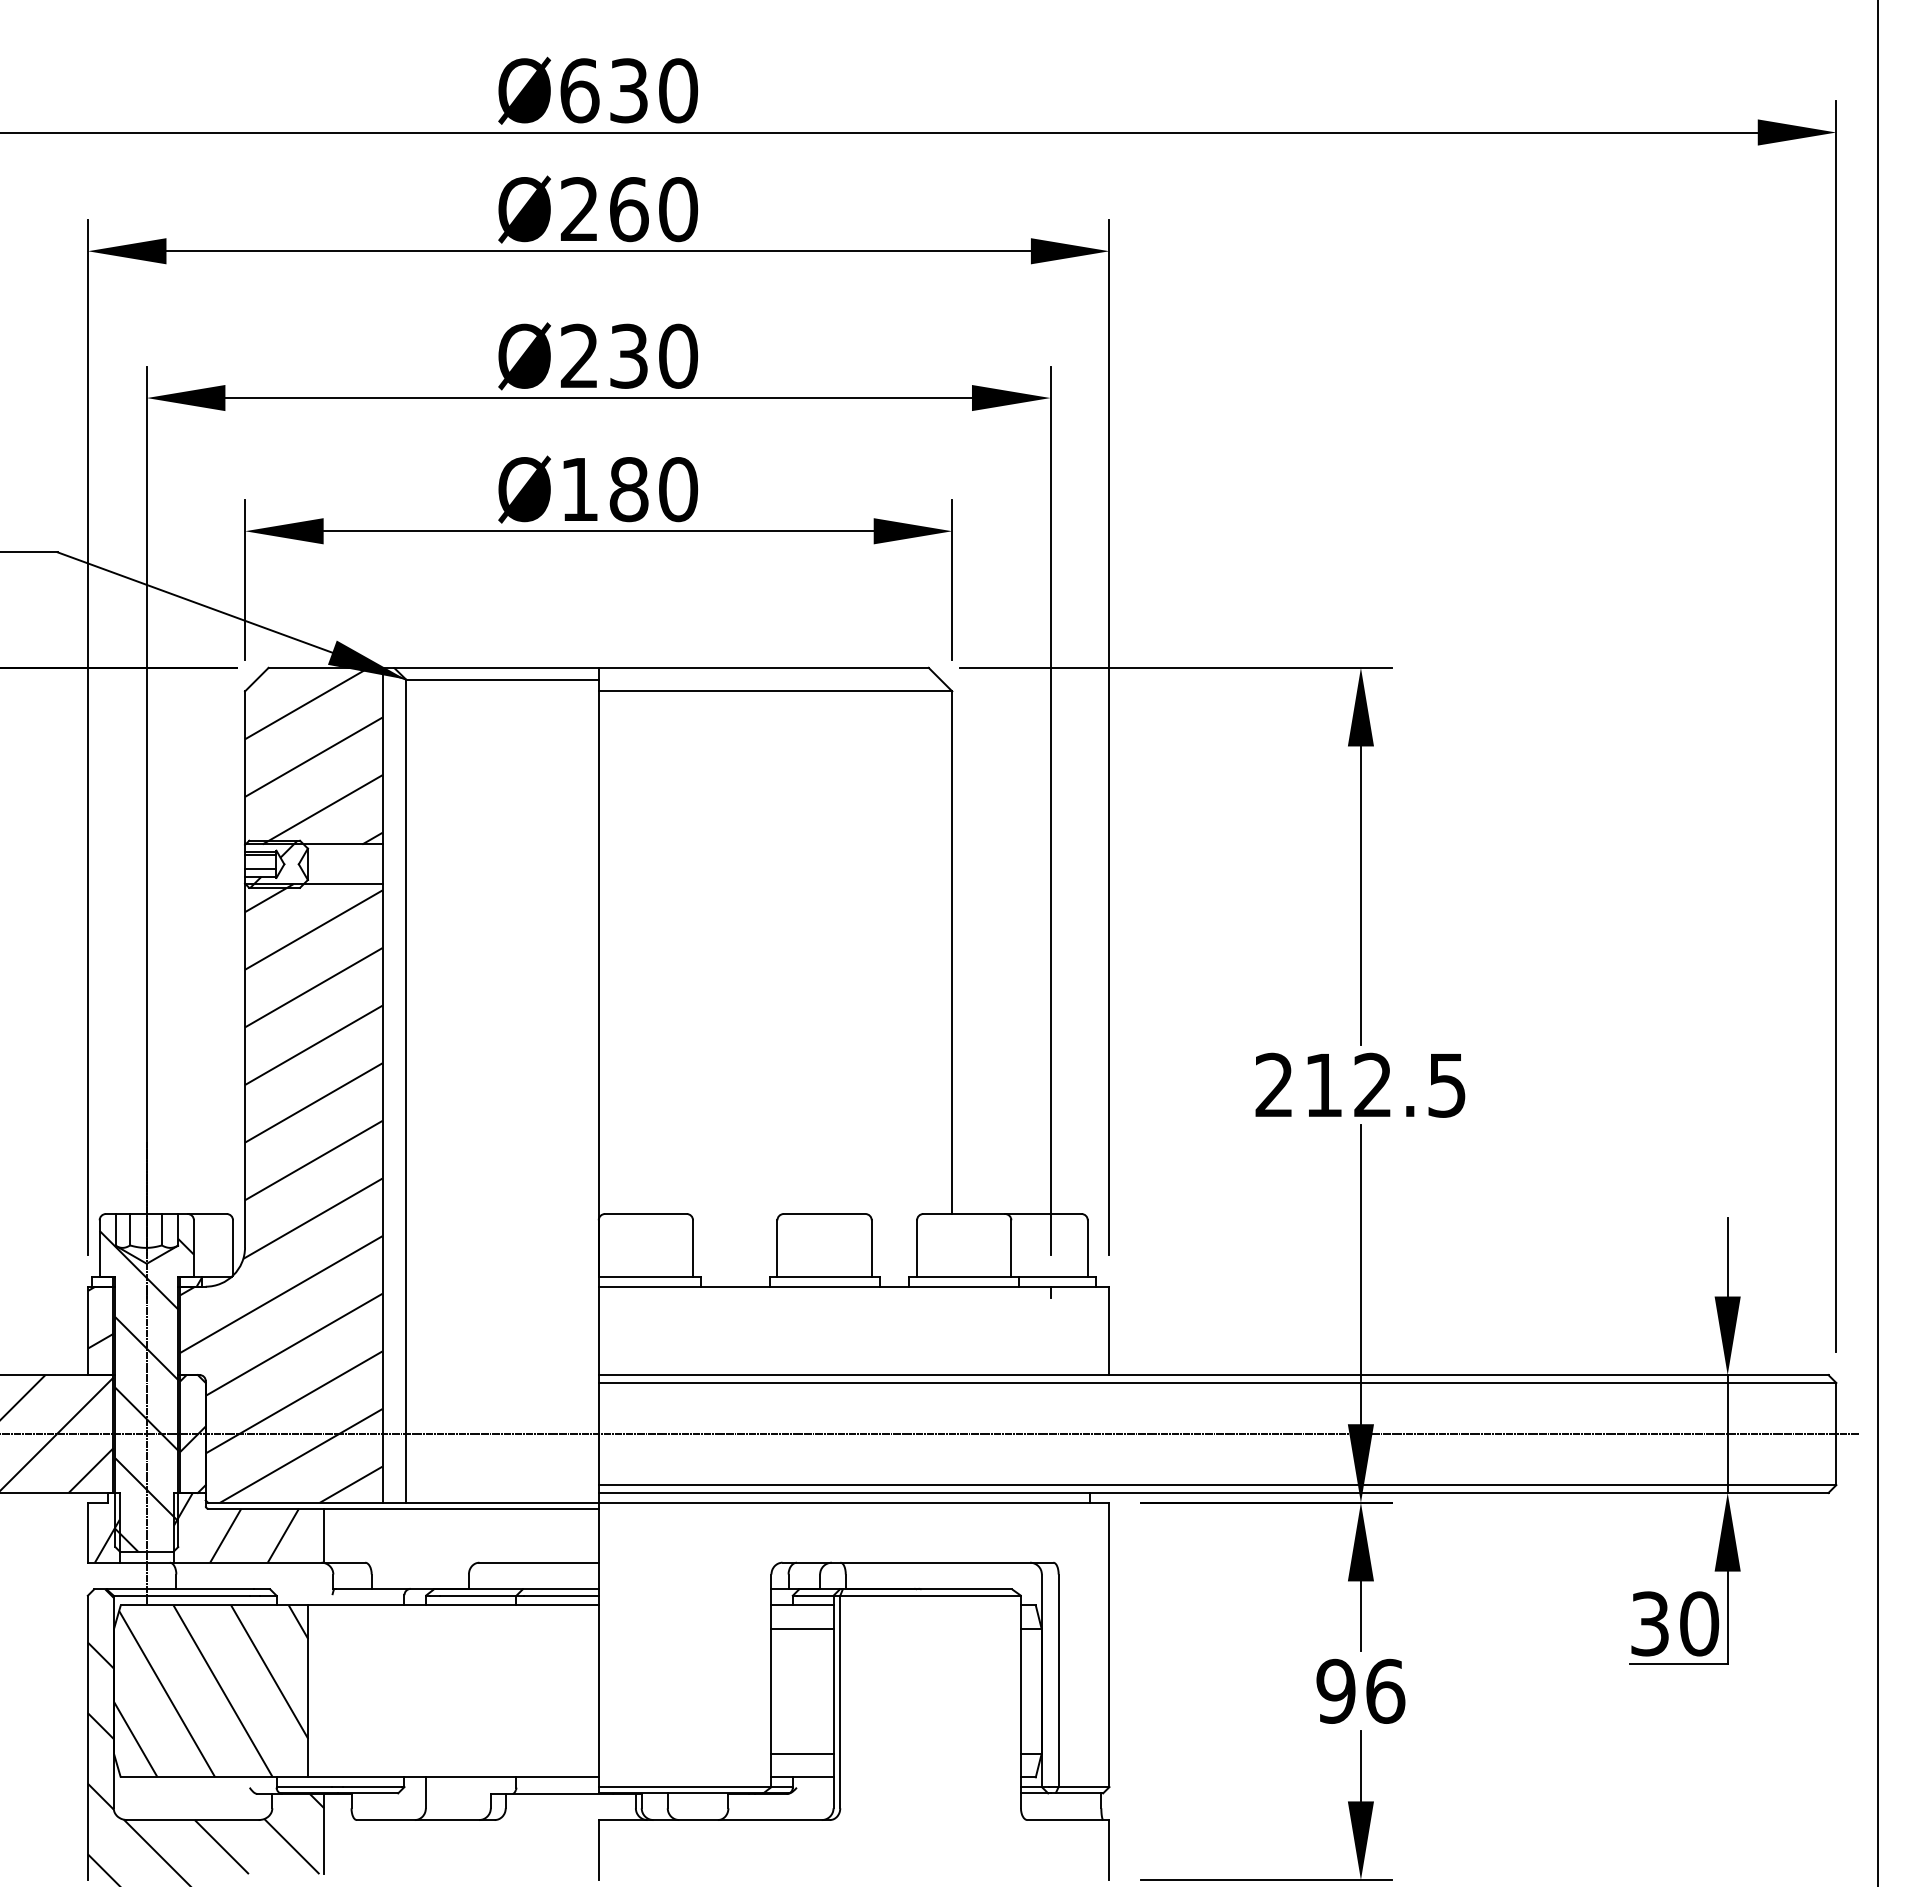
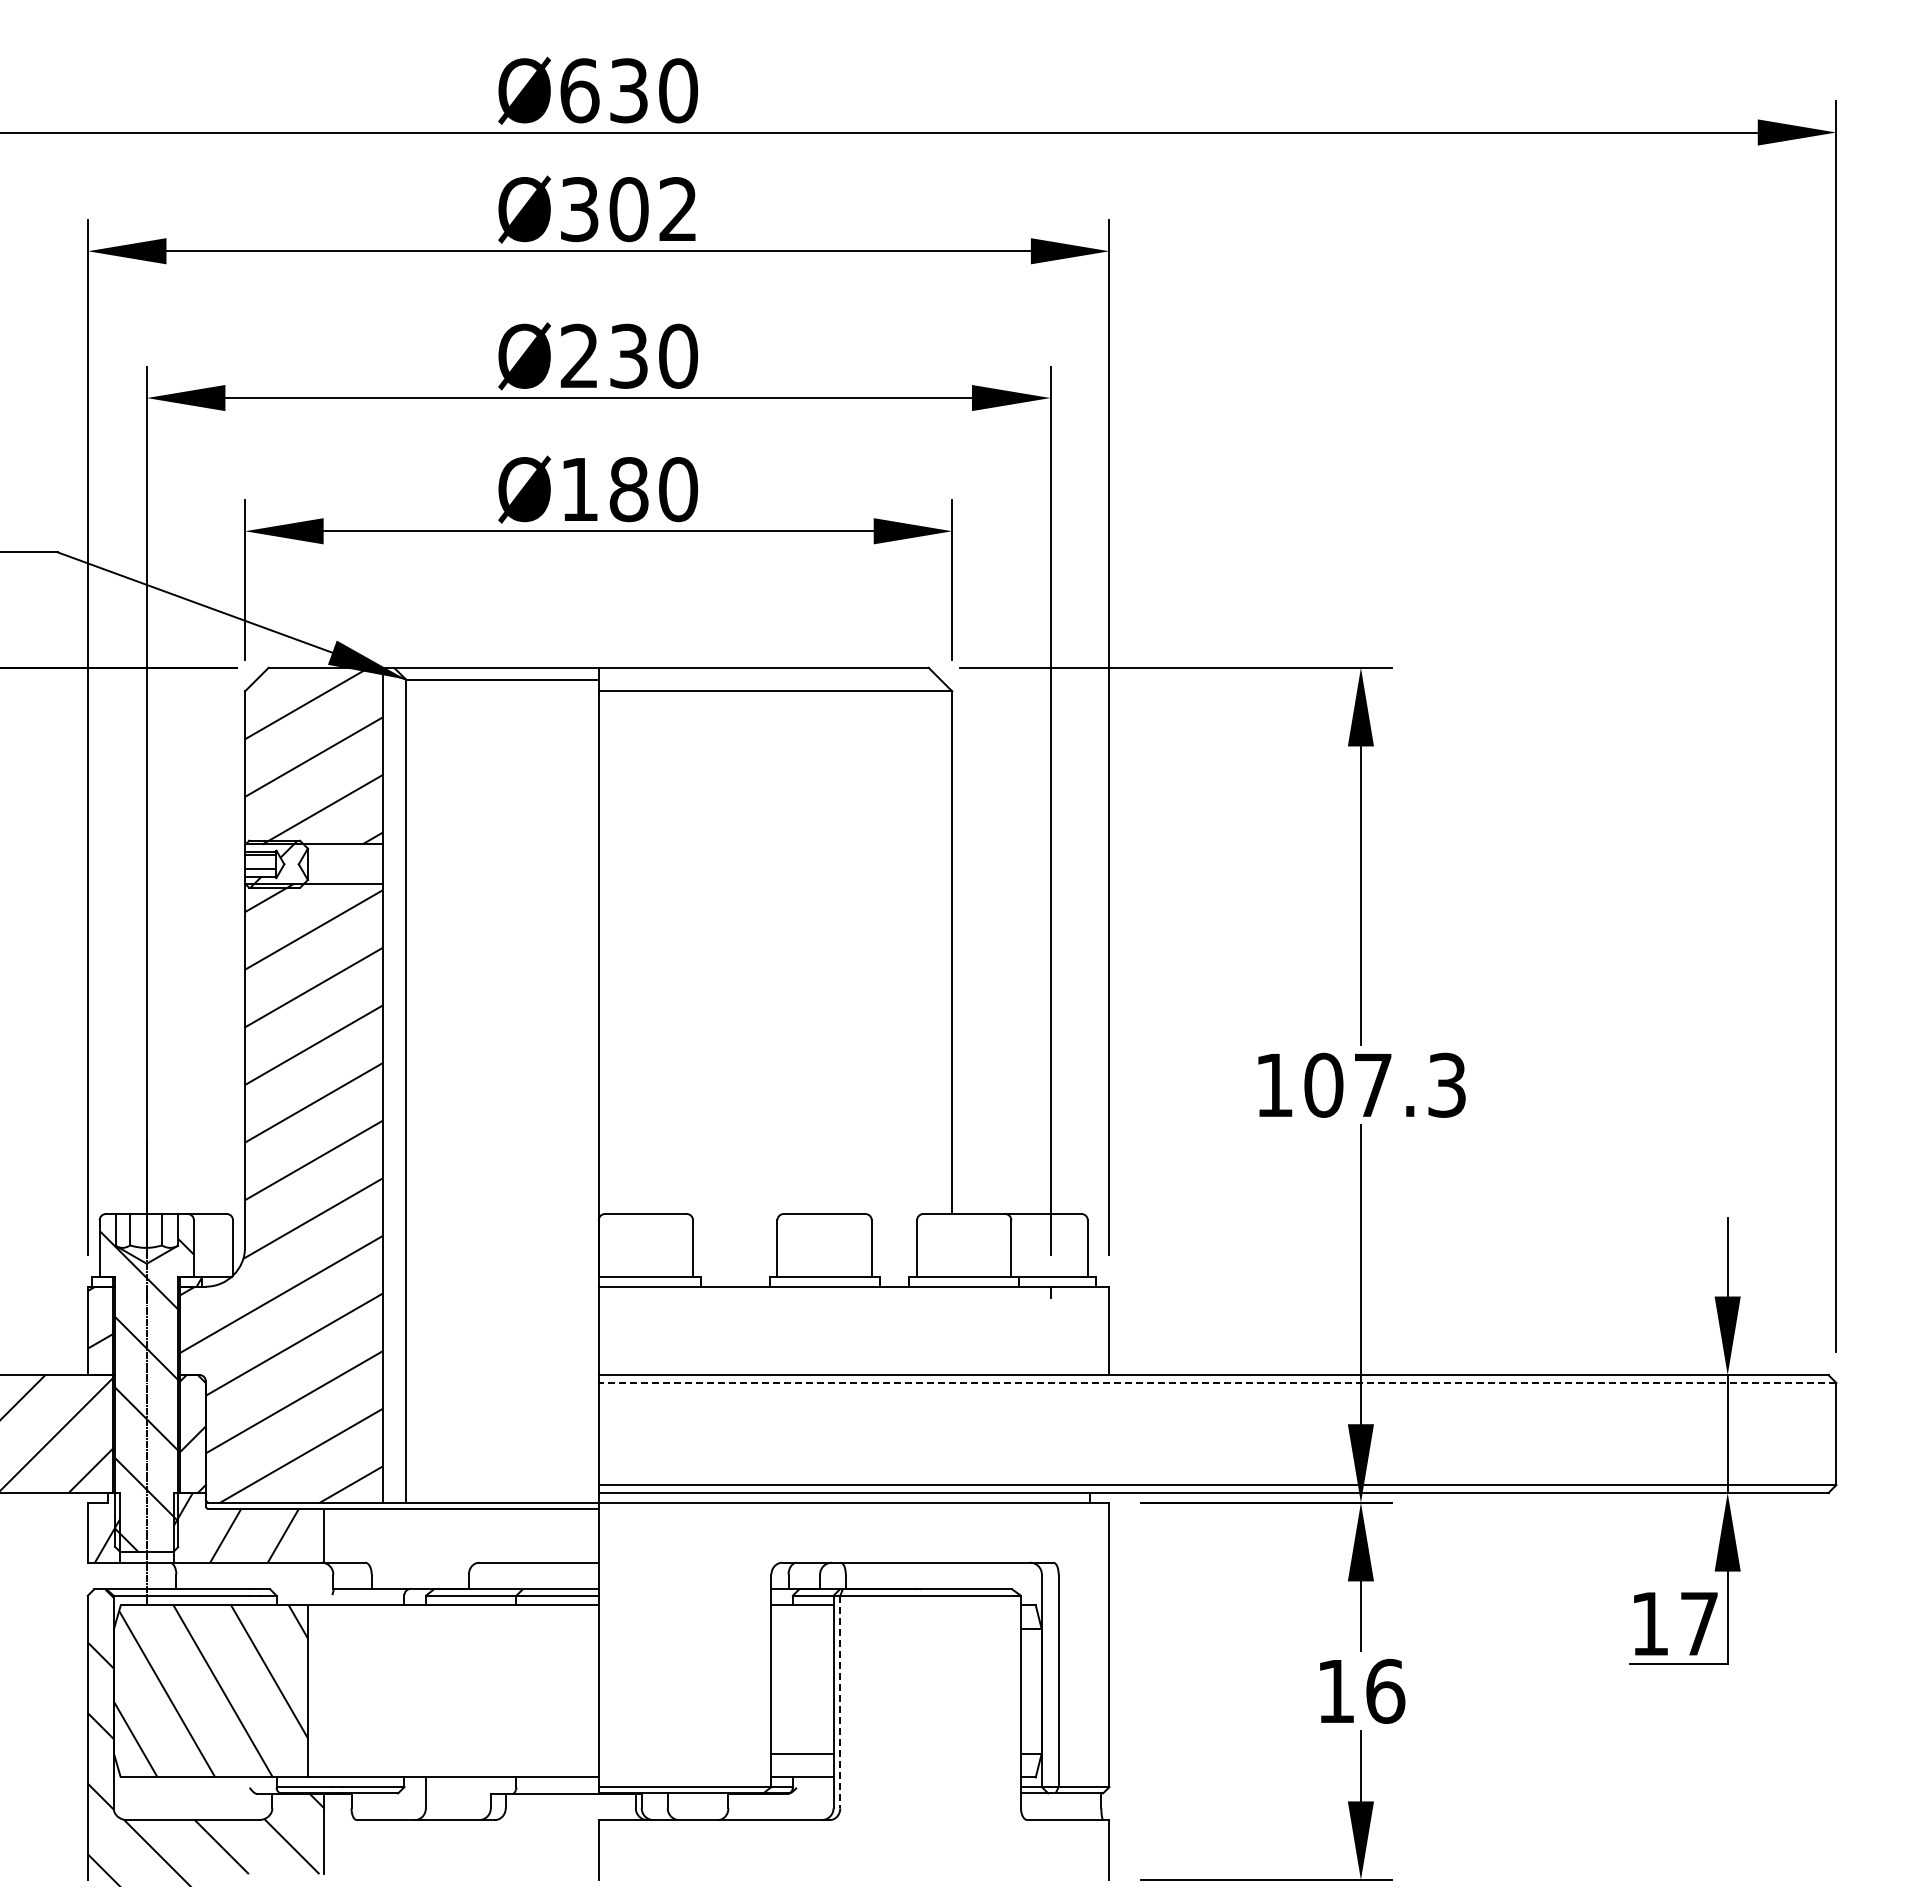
text at (629, 209): Ø260 -> Ø302
line at (1878, 942): present -> none
text at (1360, 1084): 212.5 -> 107.3
line at (1217, 1382): solid -> dashed
line at (930, 1434): present -> none
text at (1675, 1623): 30 -> 17
line at (802, 1629): present -> none
text at (1335, 1690): 96 -> 16
line at (840, 1702): solid -> dashed
